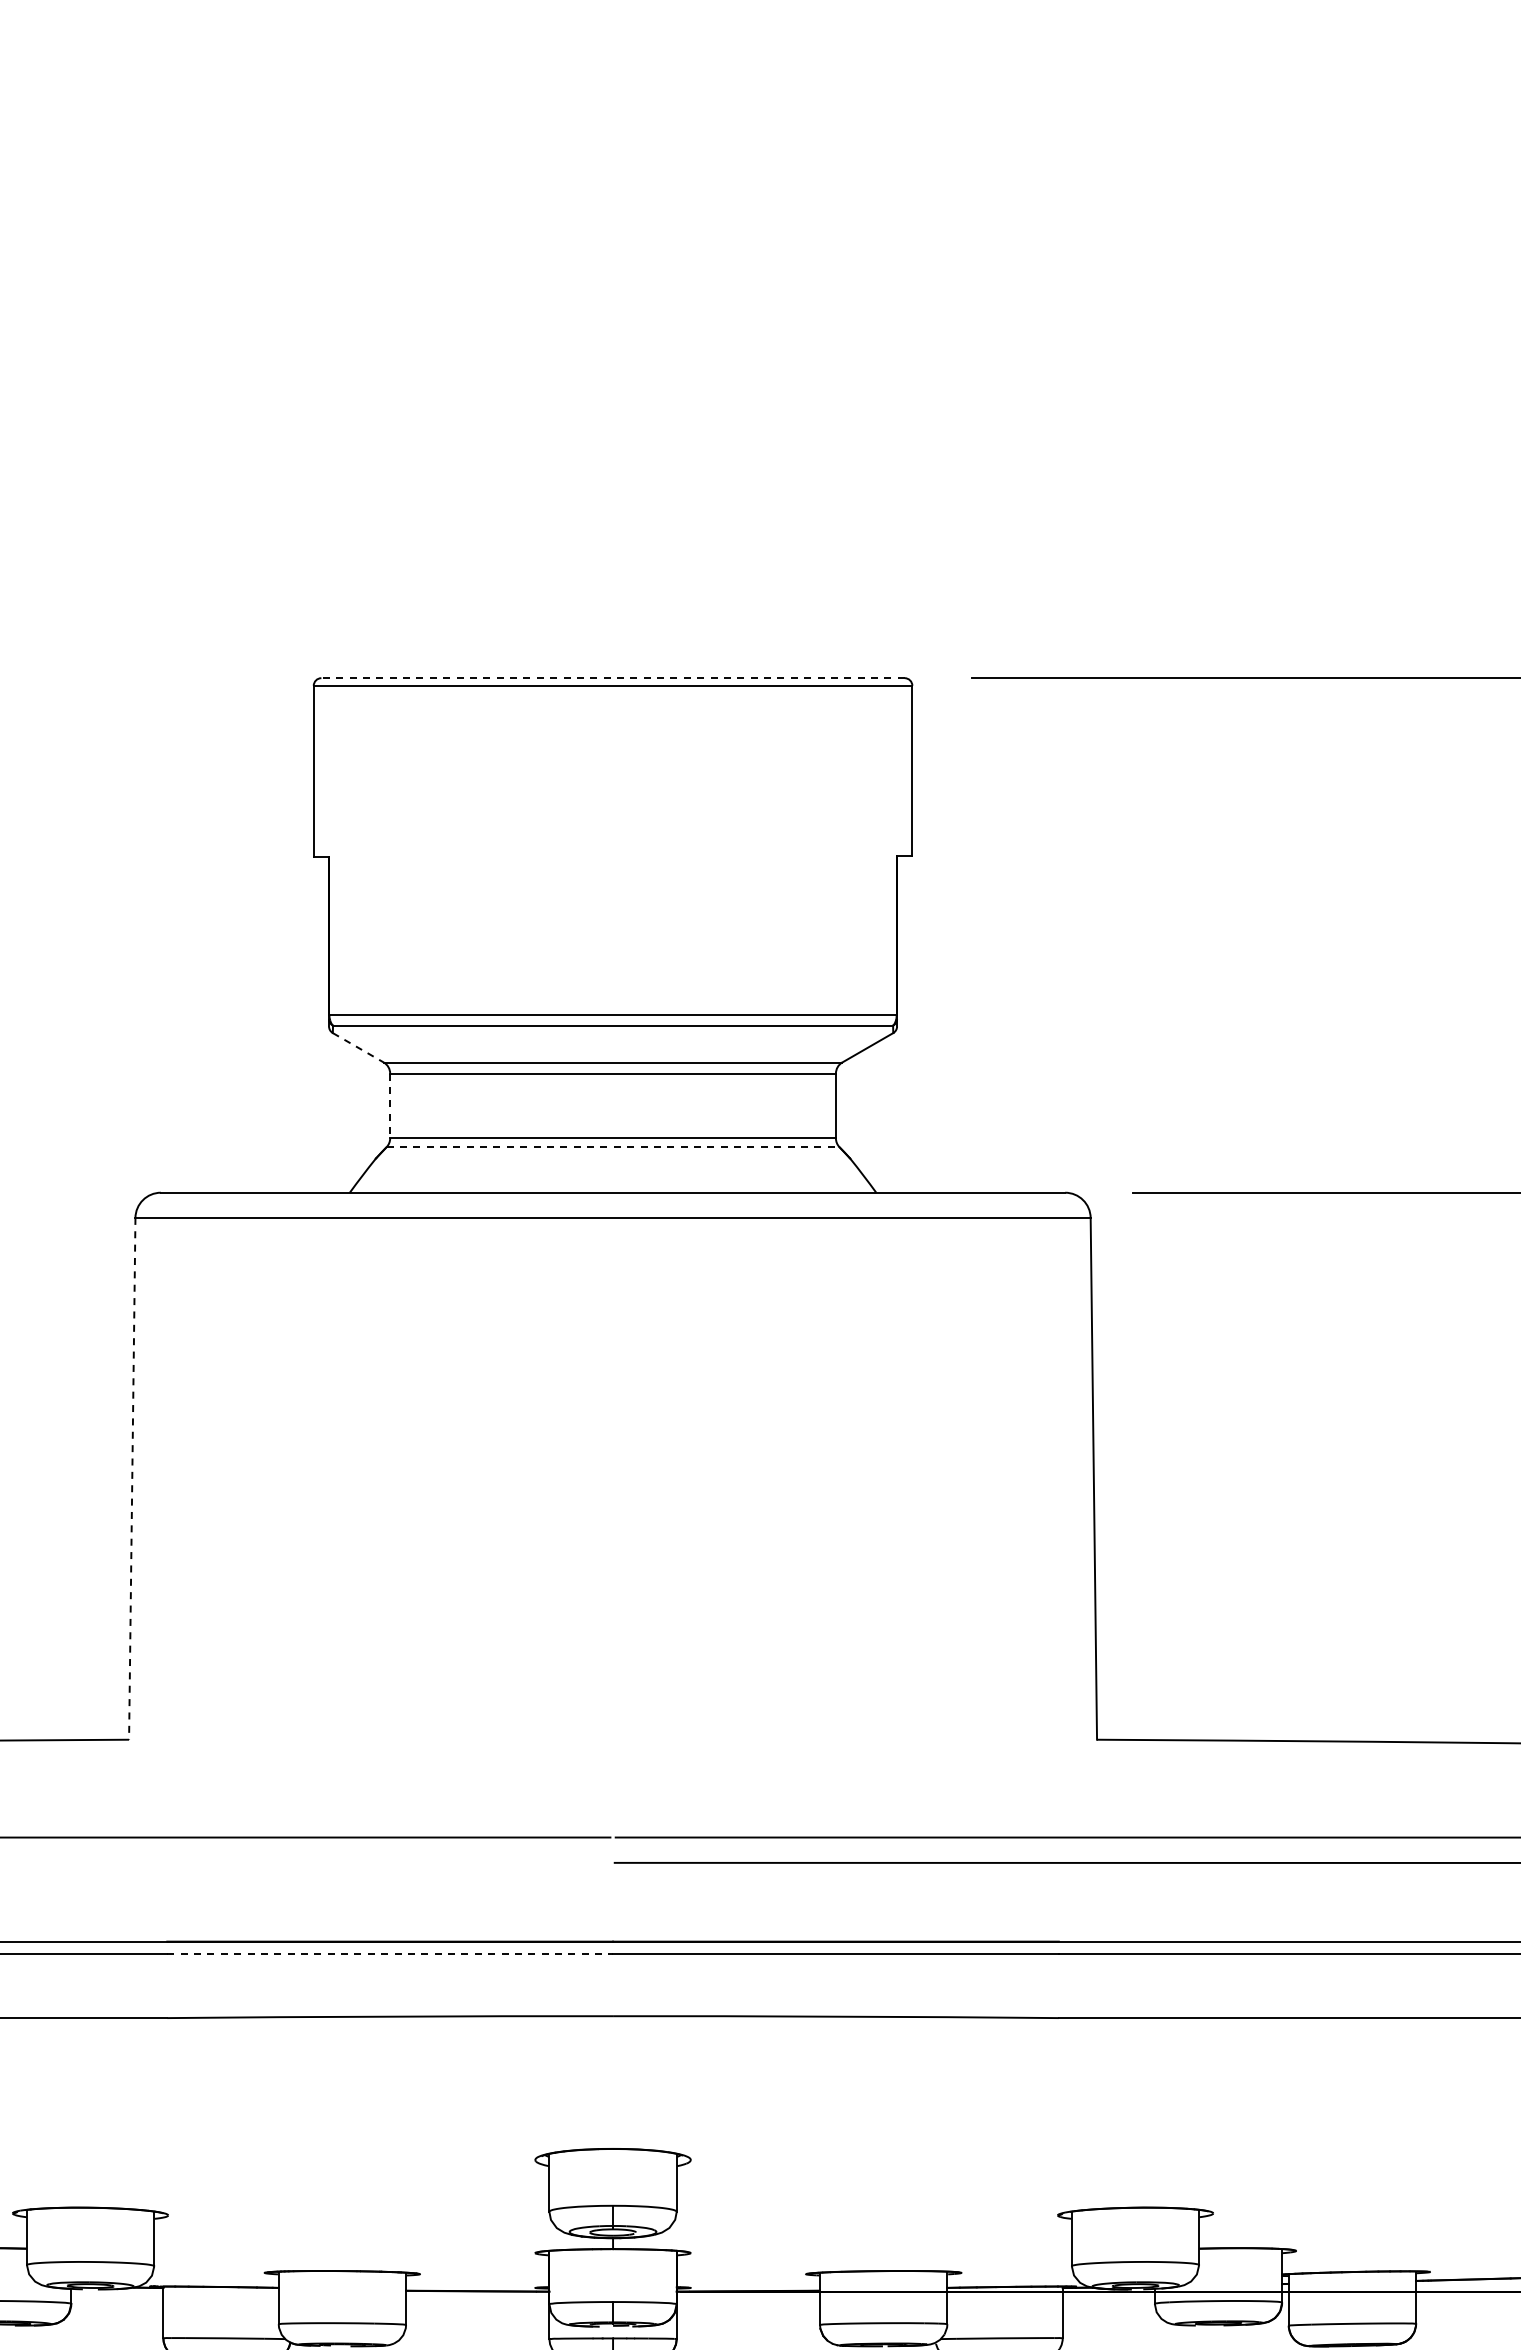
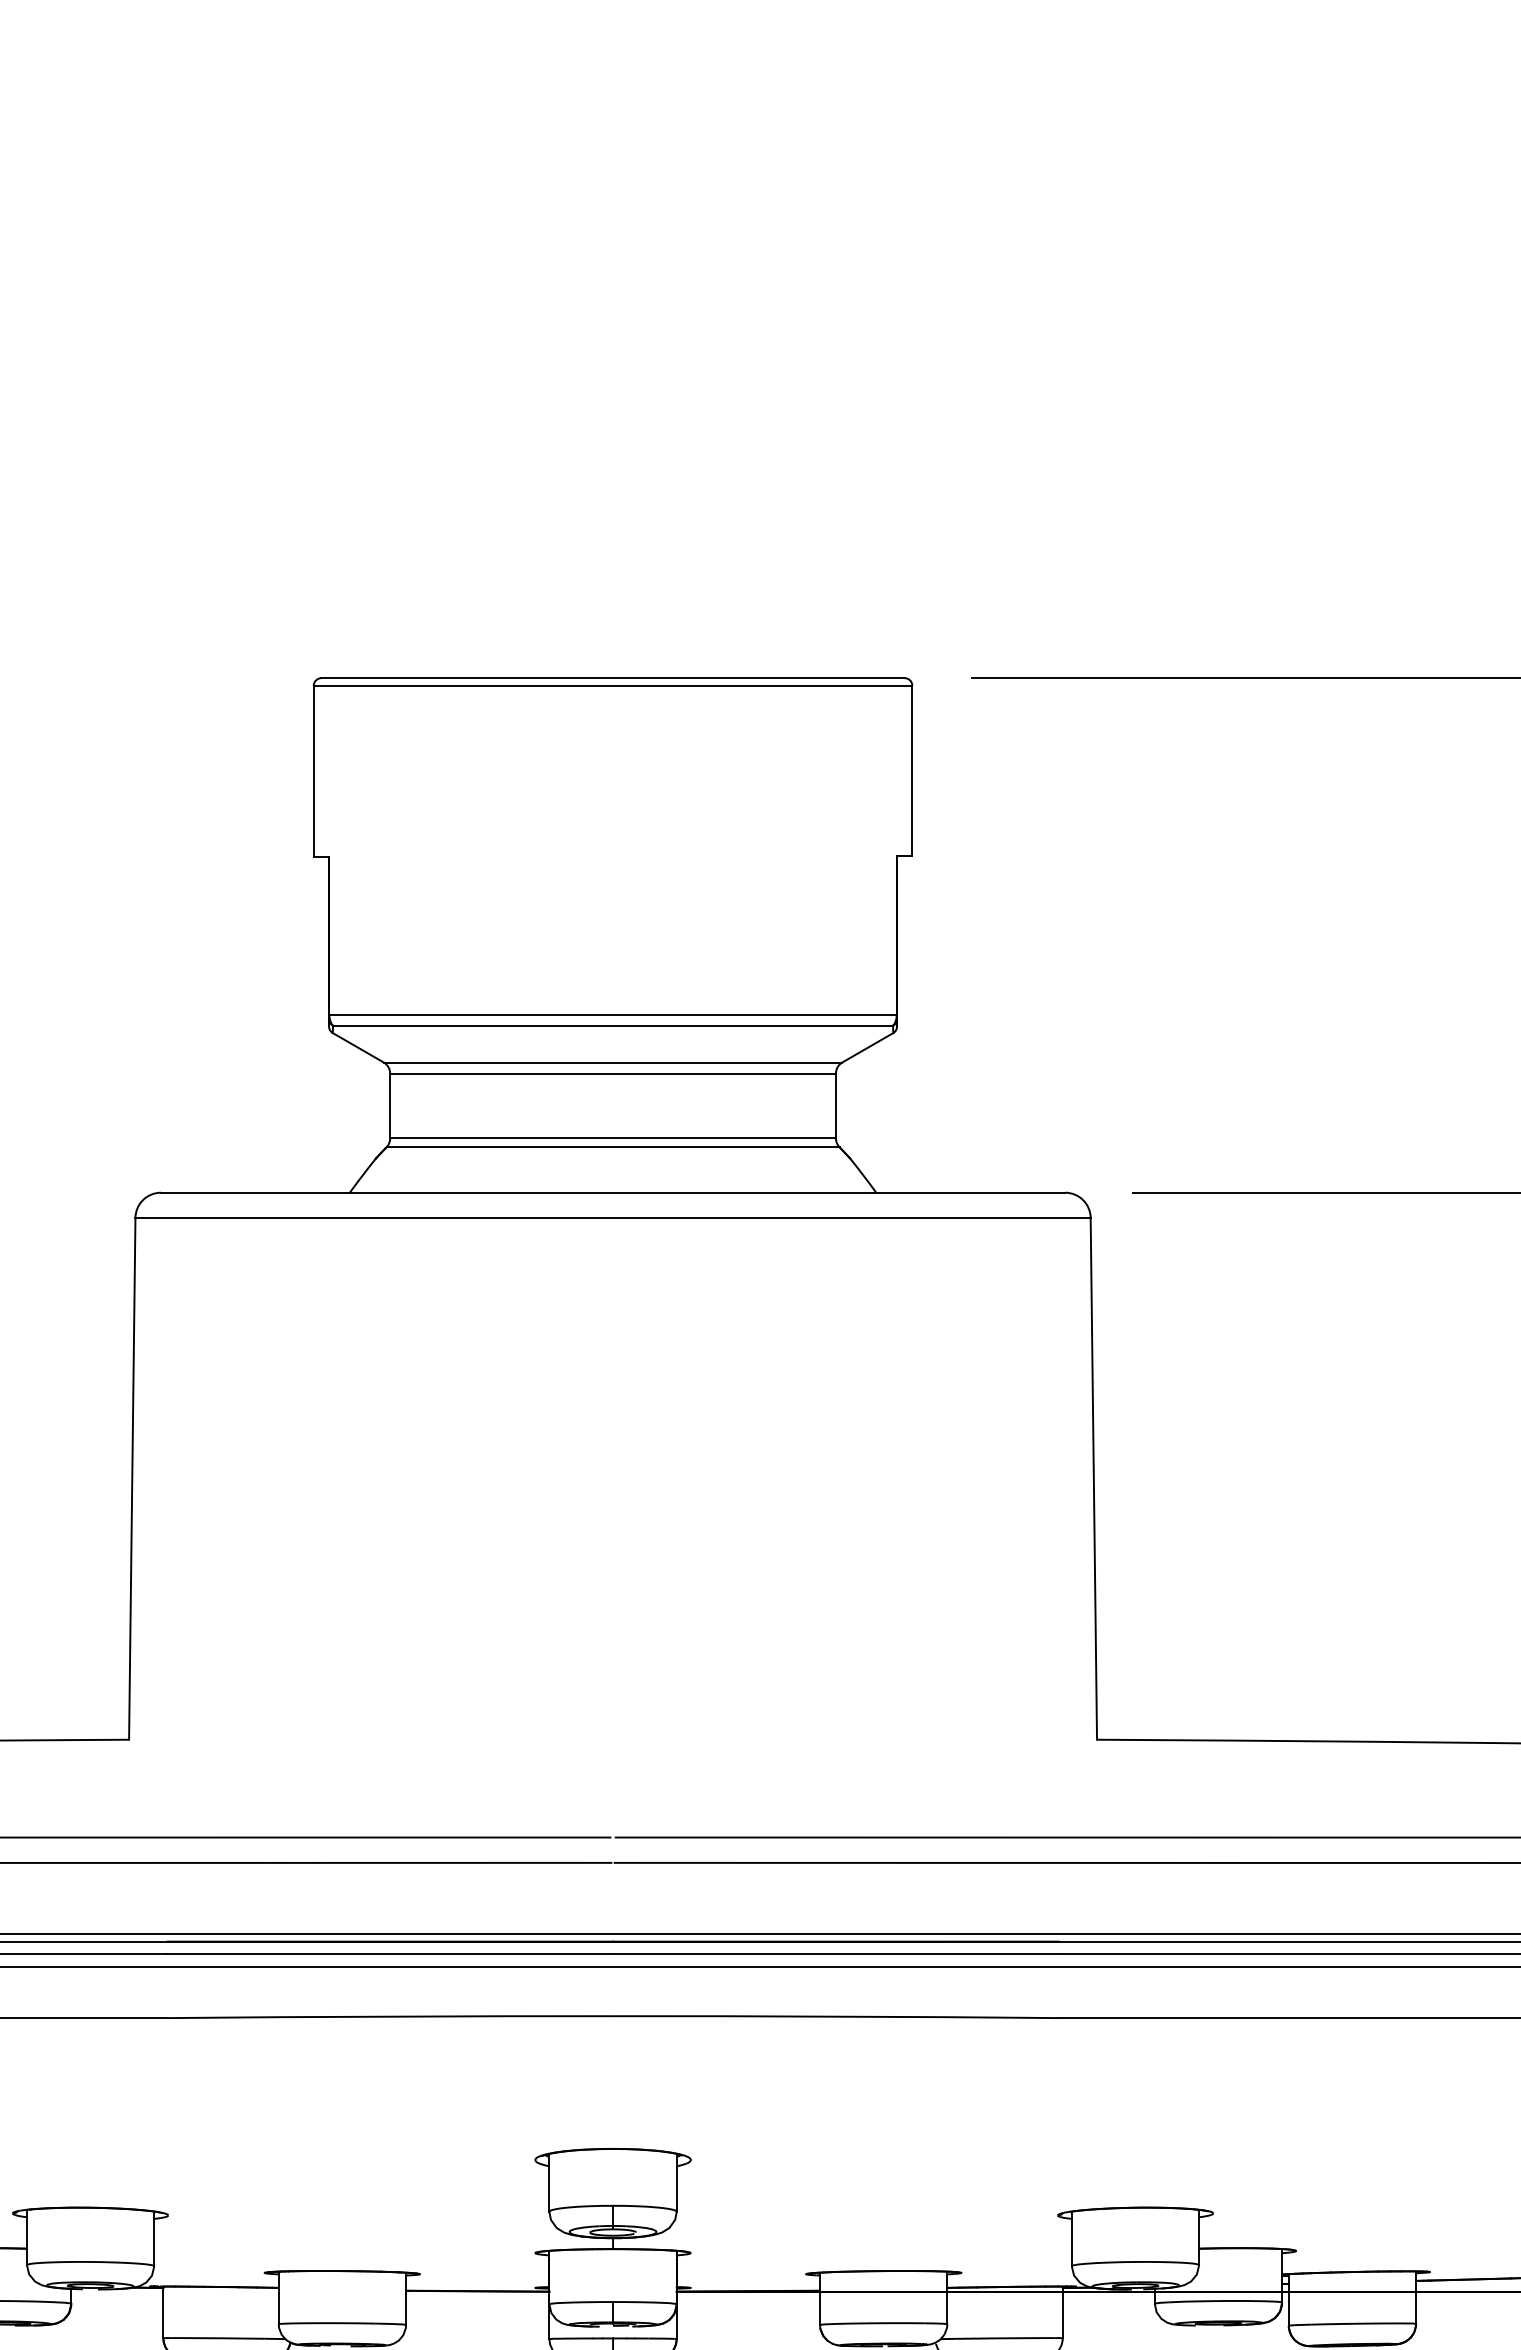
line at (613, 678): dashed -> solid
line at (358, 1048): dashed -> solid
line at (390, 1106): dashed -> solid
line at (613, 1147): dashed -> solid
line at (132, 1478): dashed -> solid
line at (306, 1862): none -> present
line at (759, 1933): none -> present
line at (390, 1954): dashed -> solid
line at (759, 1967): none -> present
